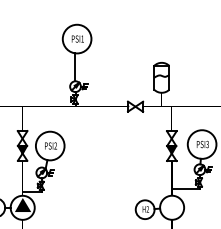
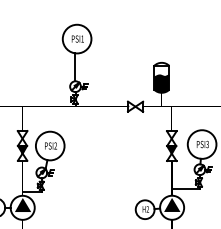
fill at (161, 83): none -> present
fill at (172, 204): none -> present
